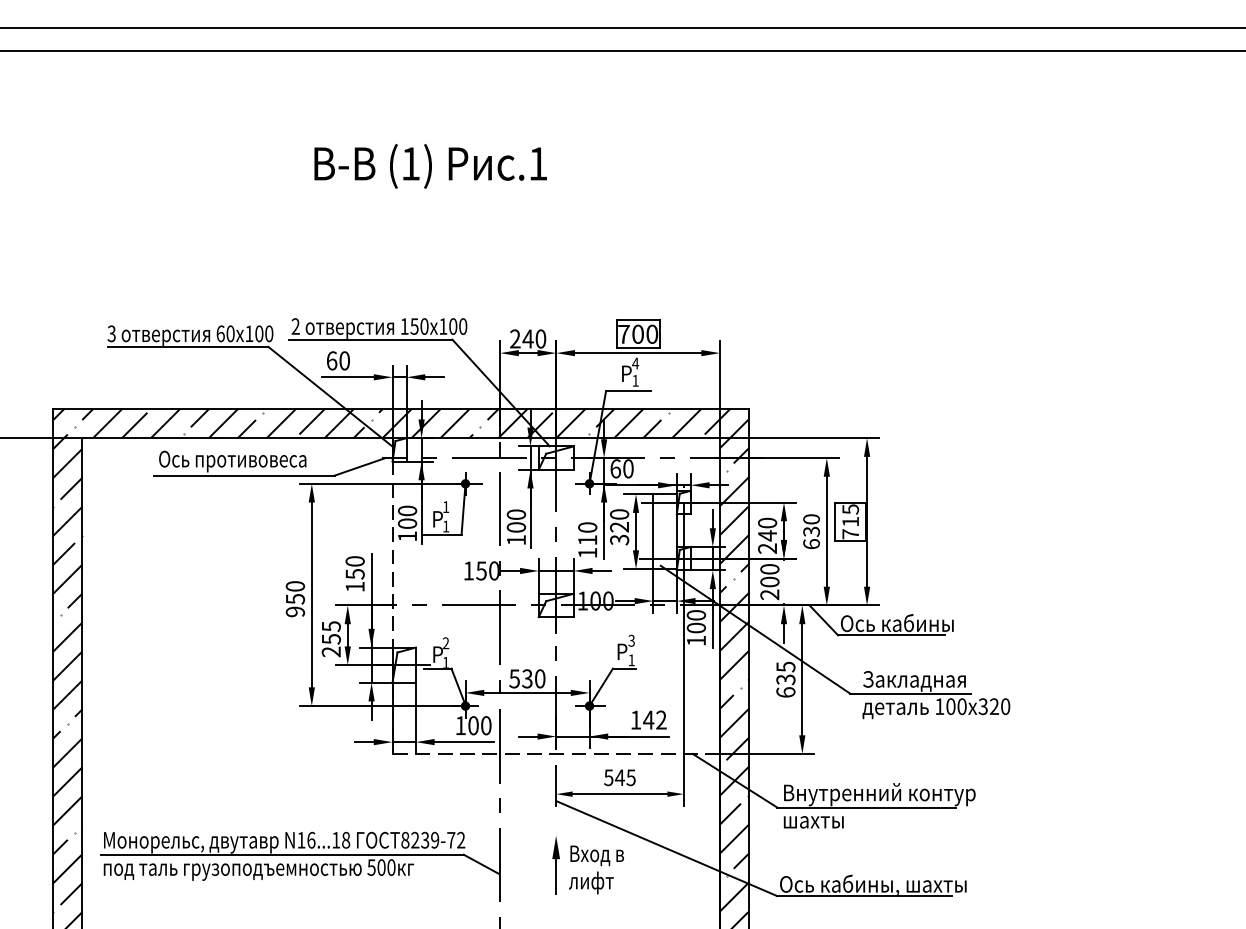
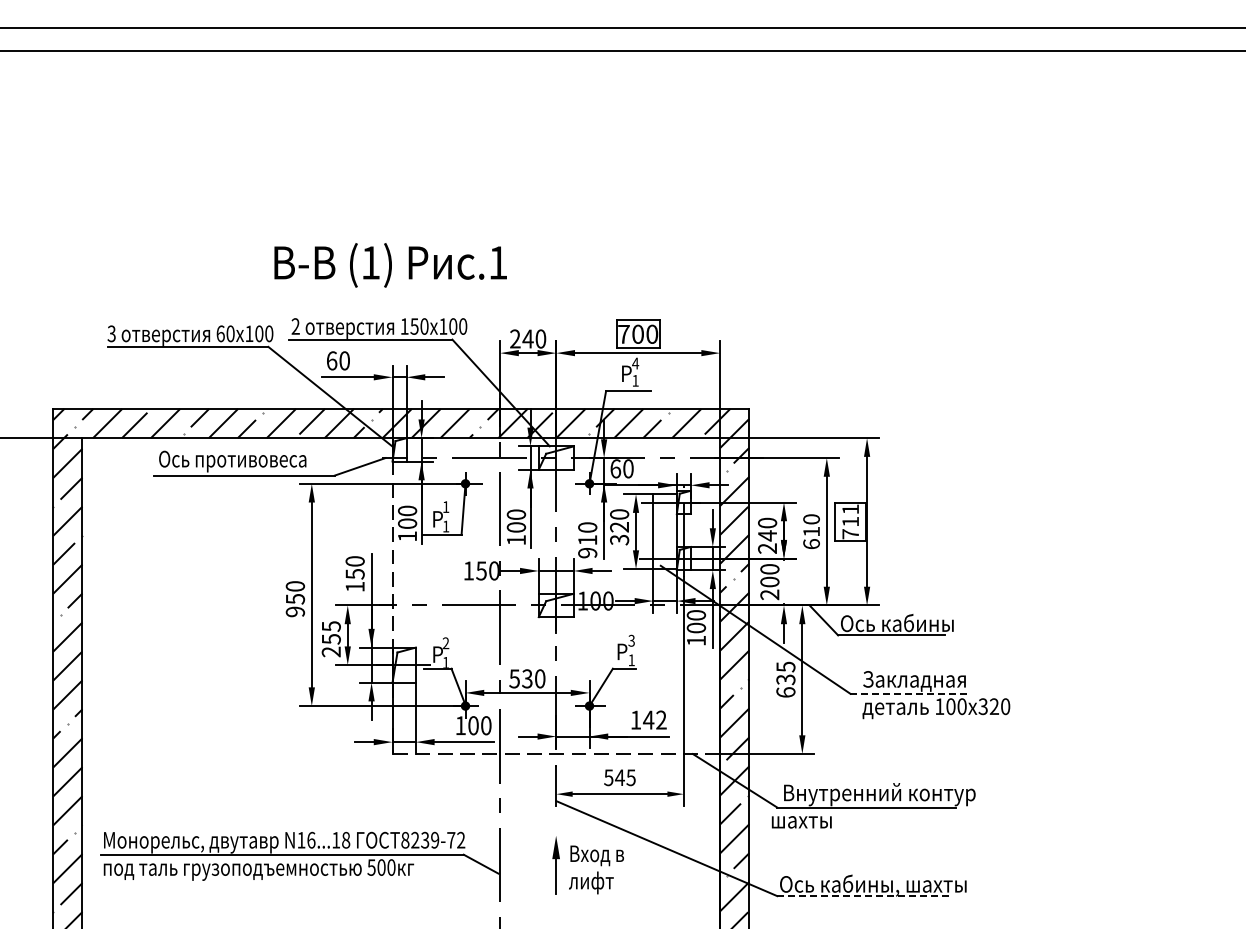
text at (430, 166) position: (430, 166) -> (390, 265)
text at (850, 509): 715 -> 711
text at (811, 531): 630 -> 610
text at (587, 553): 110 -> 910
line at (911, 693): solid -> dashed
text at (813, 822) position: (813, 822) -> (801, 822)
line at (865, 896): solid -> dashed
